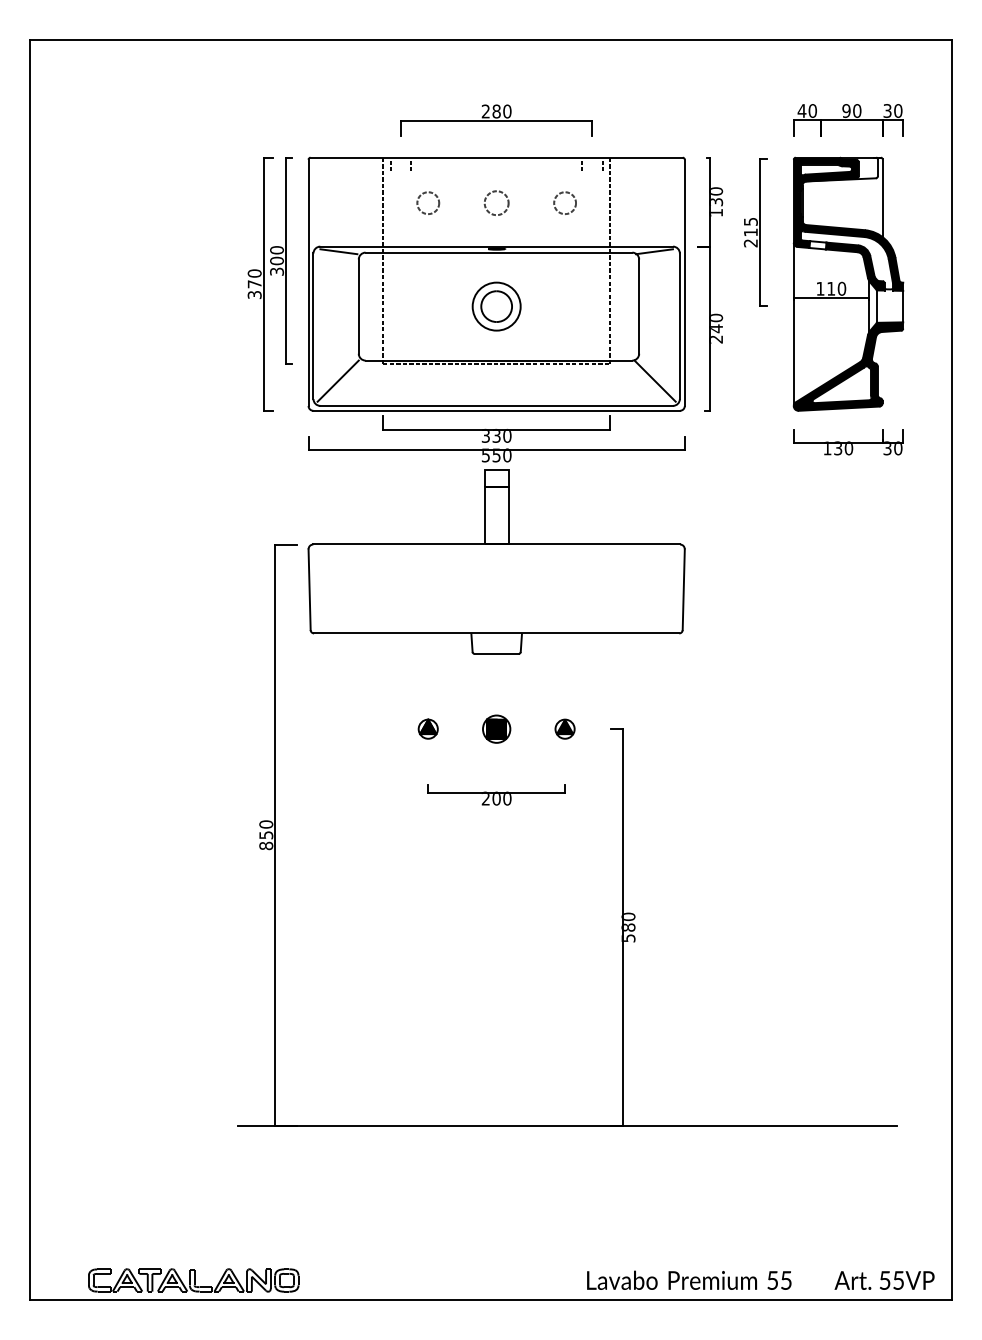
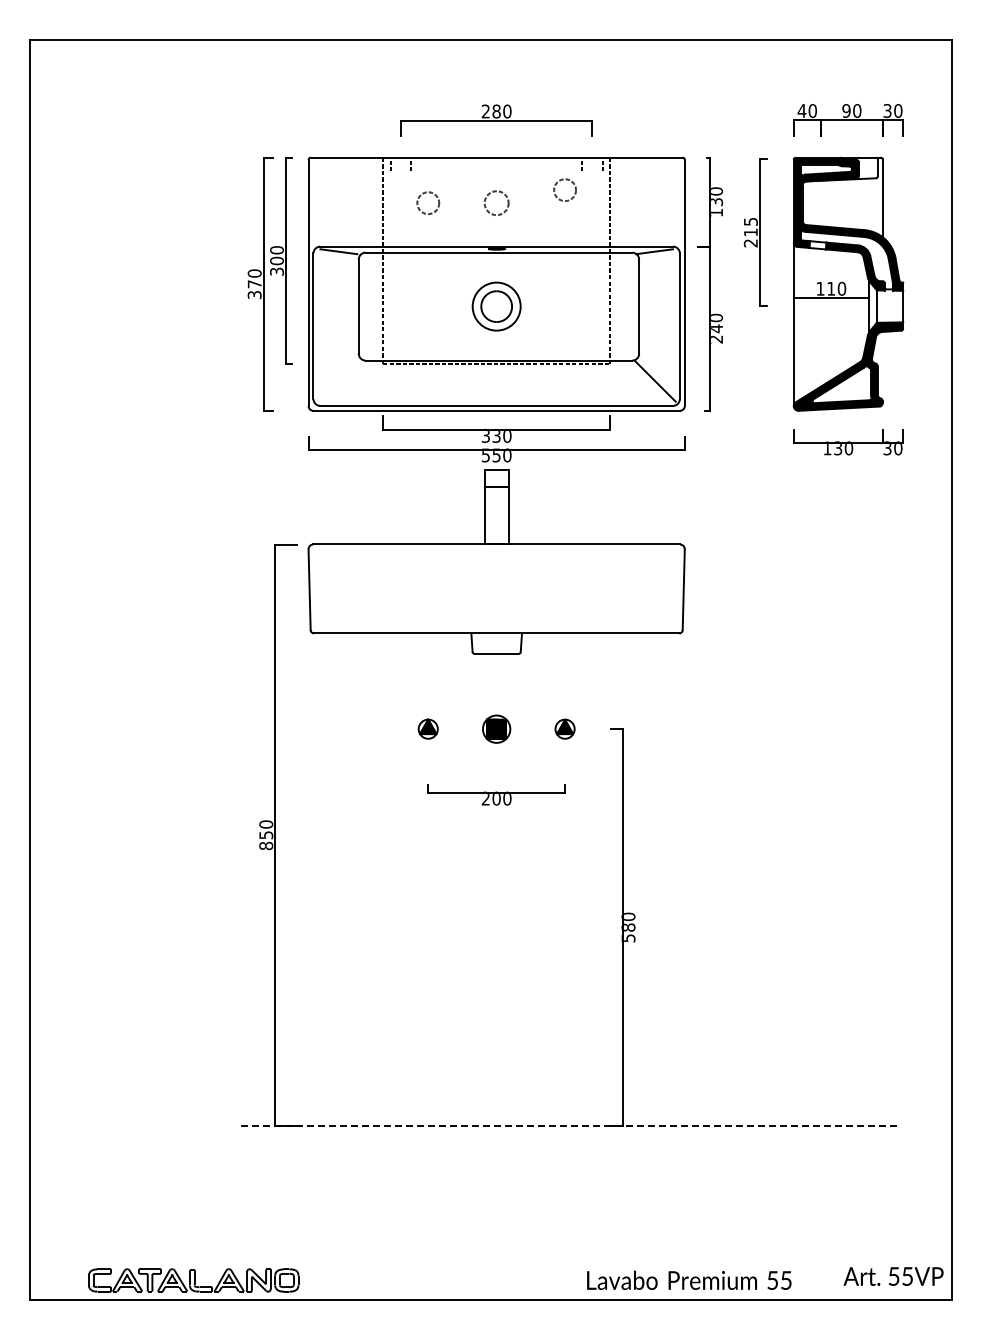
circle at (564, 202) position: (564, 202) -> (564, 189)
line at (337, 380): present -> none
line at (566, 1125): solid -> dashed
text at (884, 1280) position: (884, 1280) -> (893, 1276)
